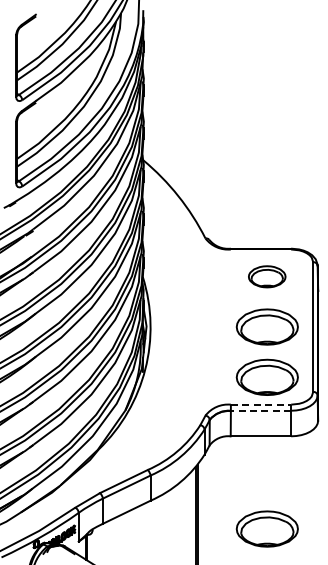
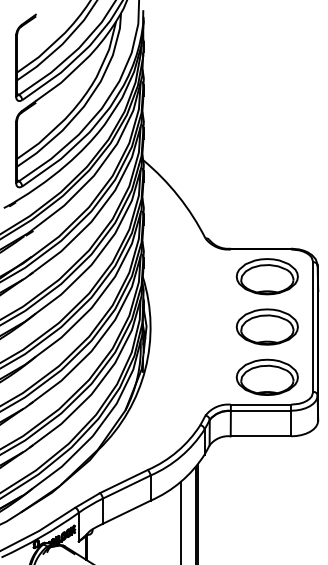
part at (267, 276) size: 39x24 px -> 64x38 px
line at (261, 404): dashed -> solid
line at (260, 410): dashed -> solid
line at (181, 521): none -> present
part at (266, 528): present -> none
